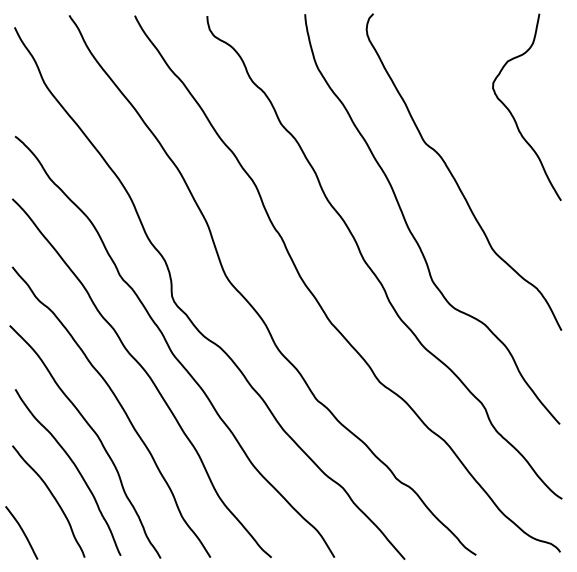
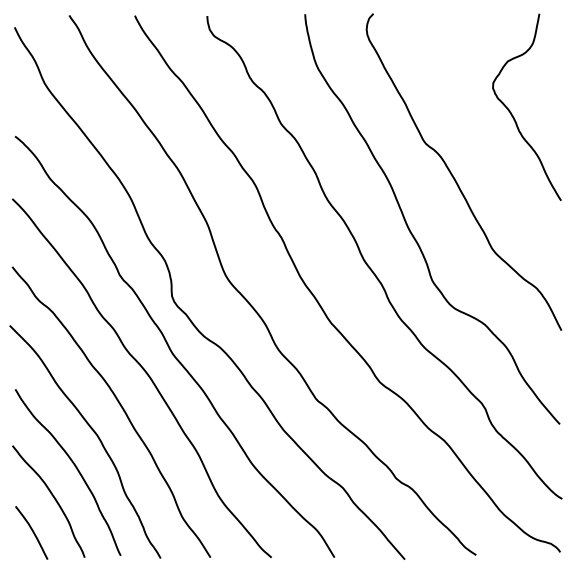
curve at (22, 532) position: (22, 532) -> (32, 532)
